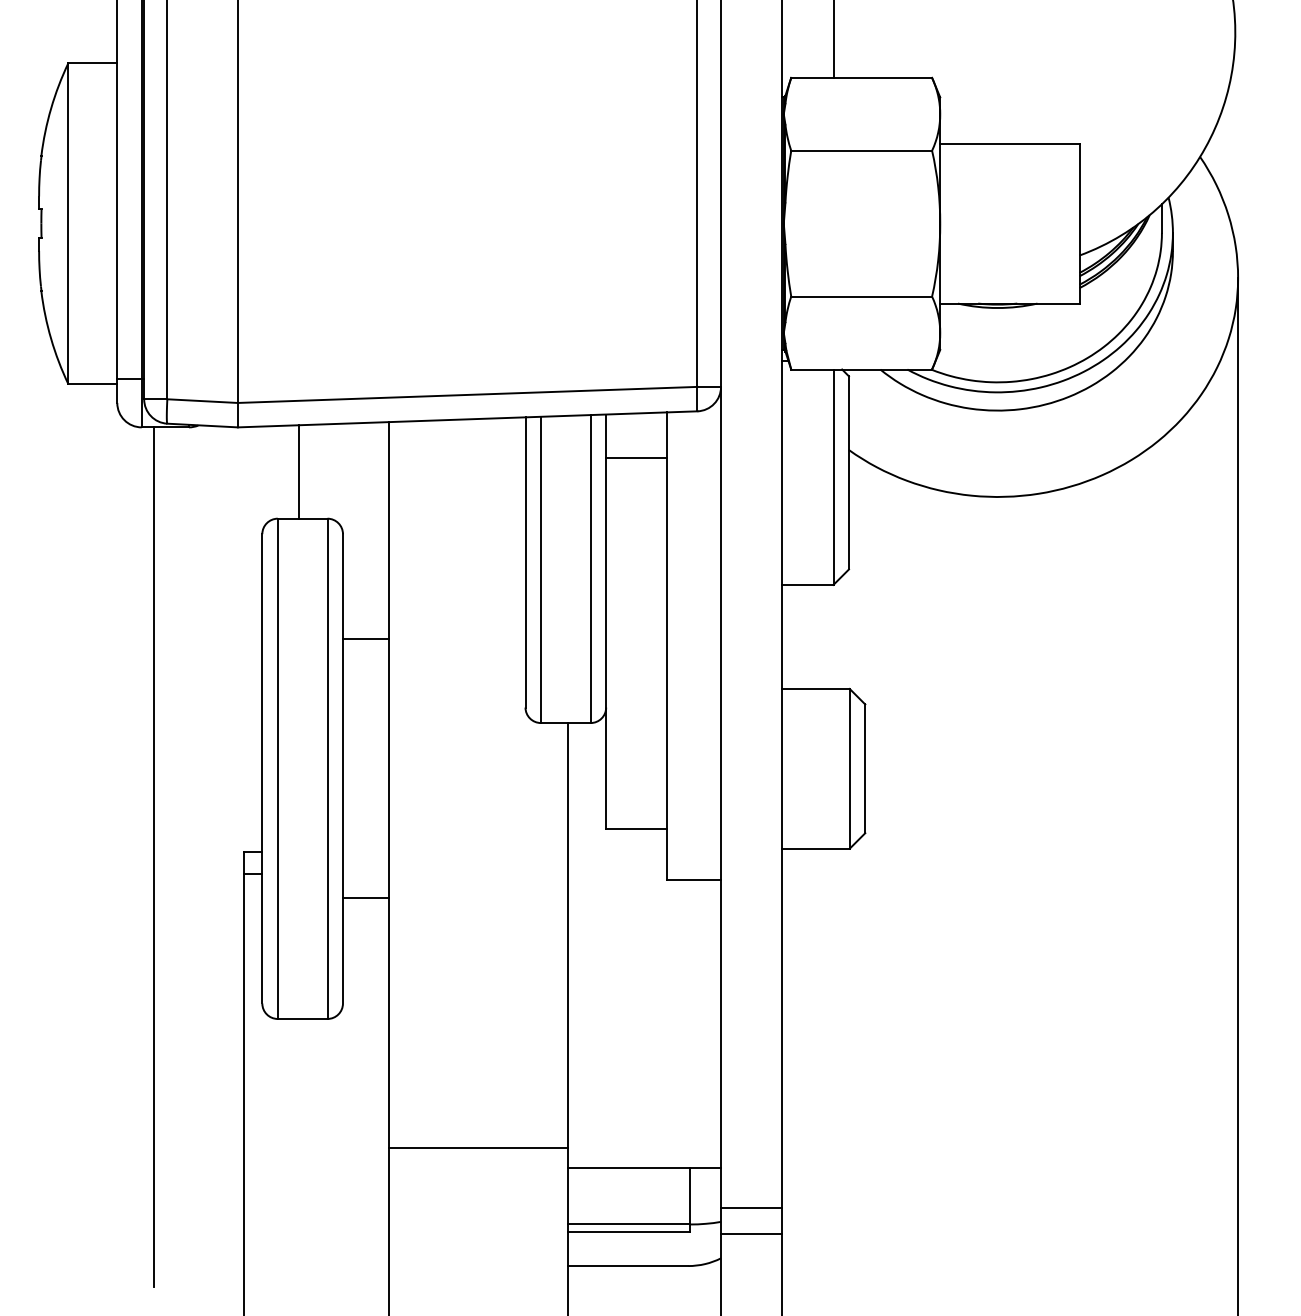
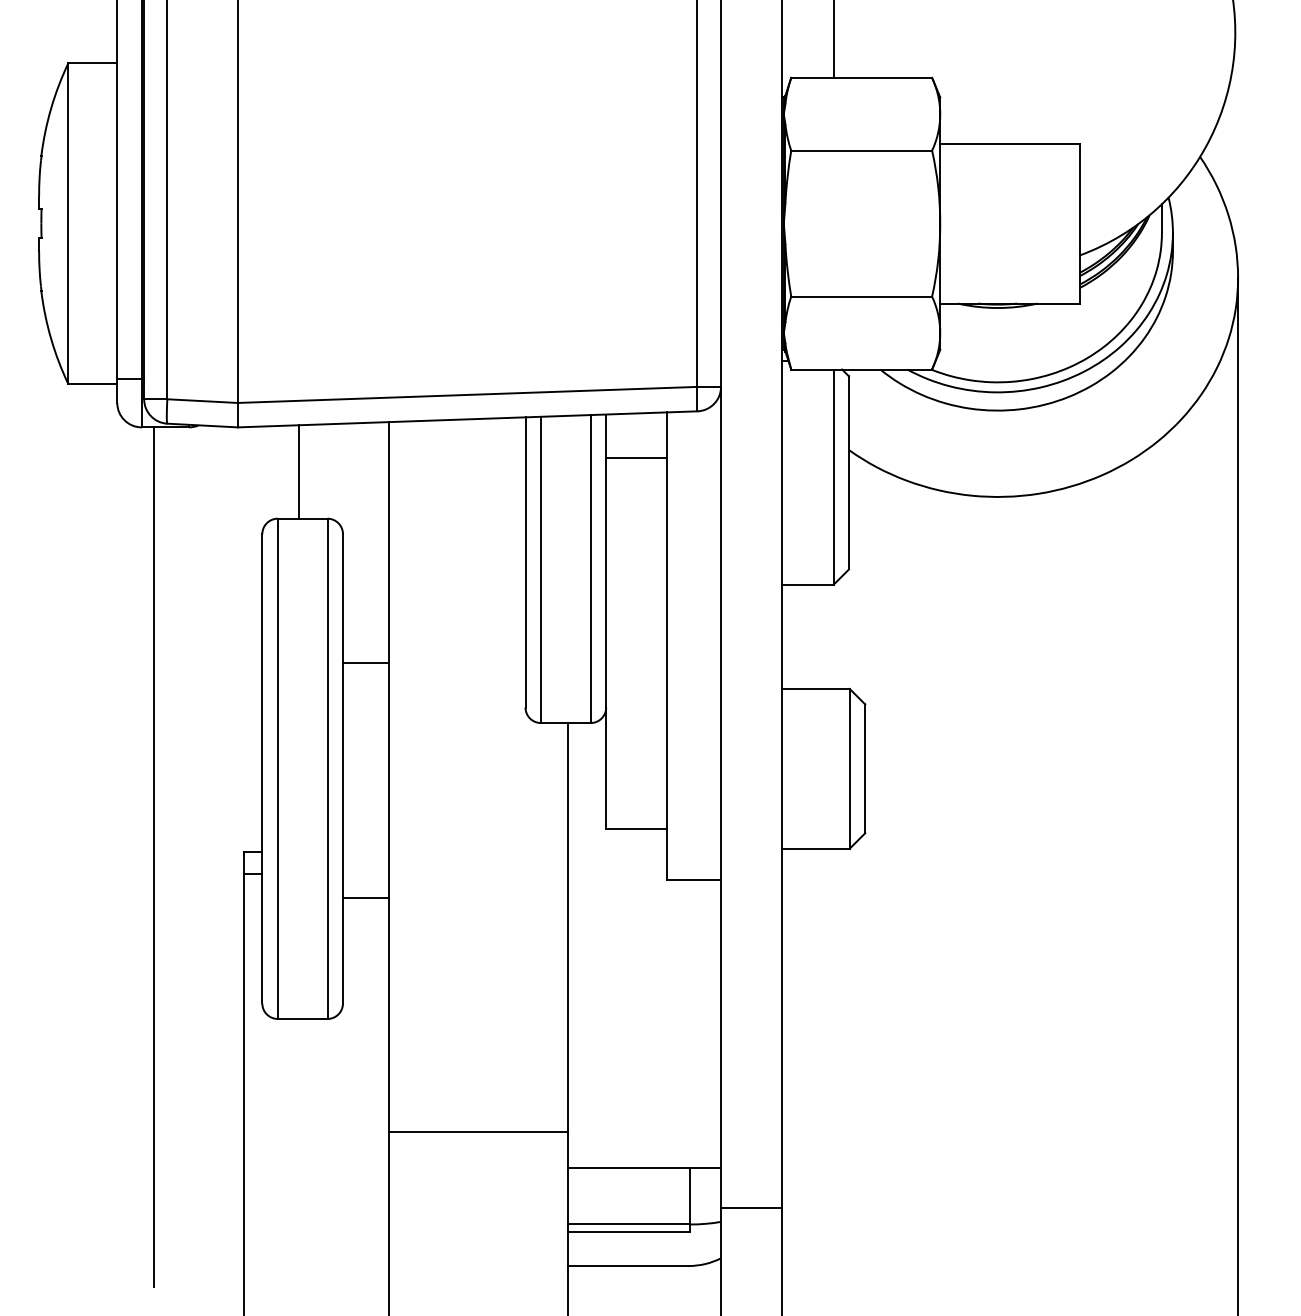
line at (365, 639) position: (365, 639) -> (365, 663)
line at (477, 1148) position: (477, 1148) -> (477, 1132)
line at (751, 1234): present -> none
